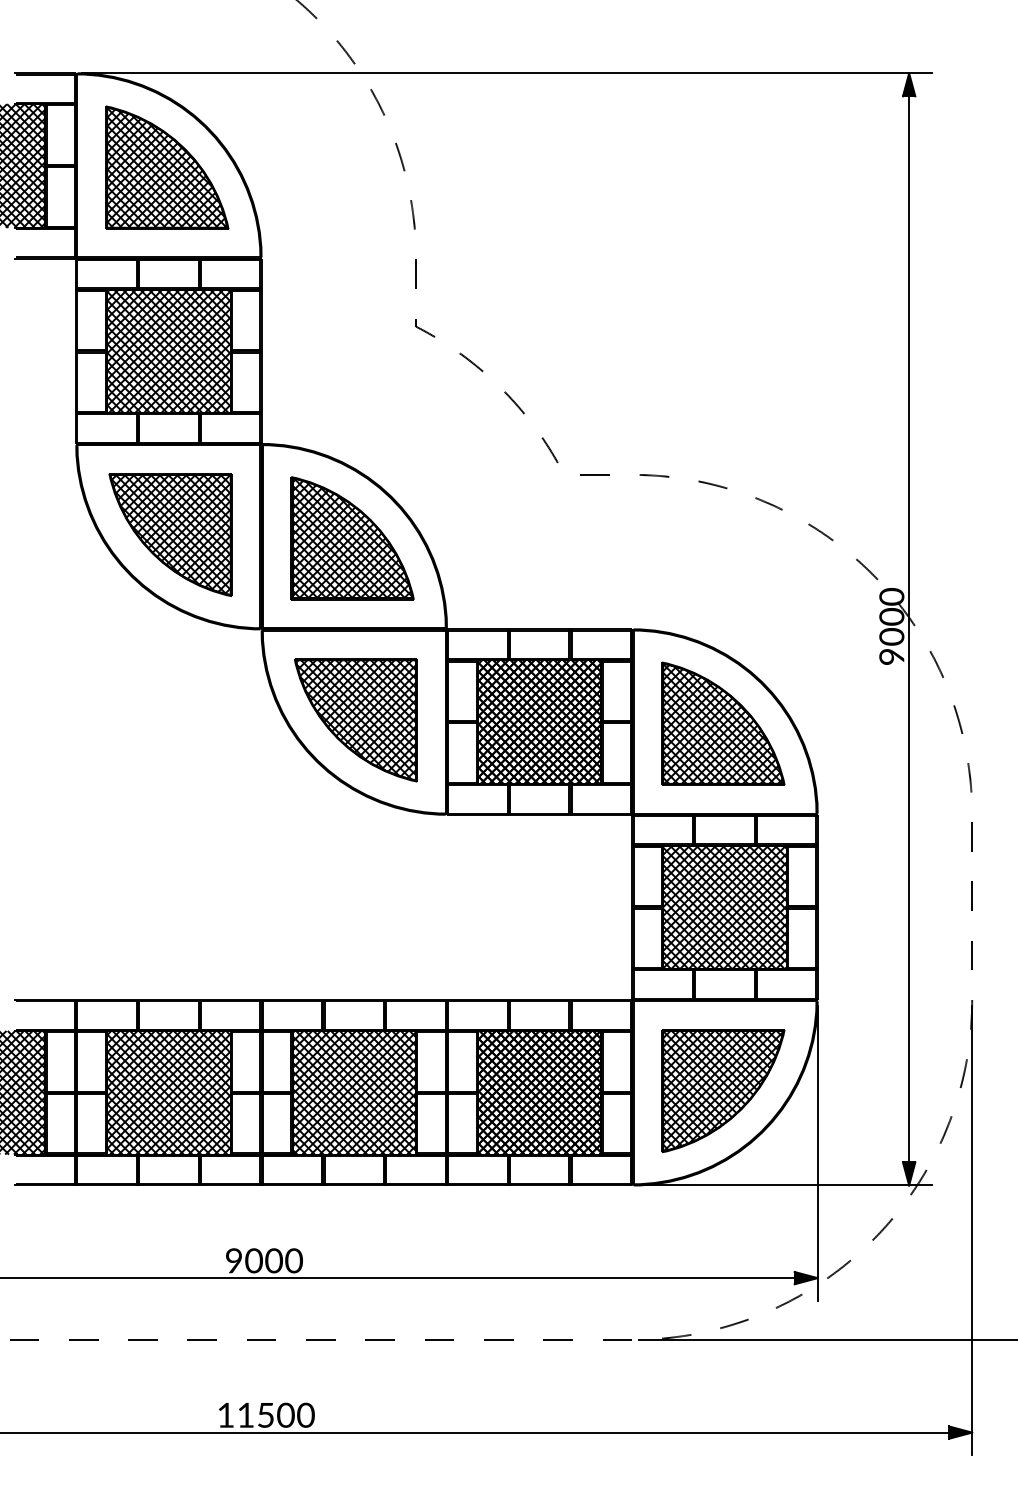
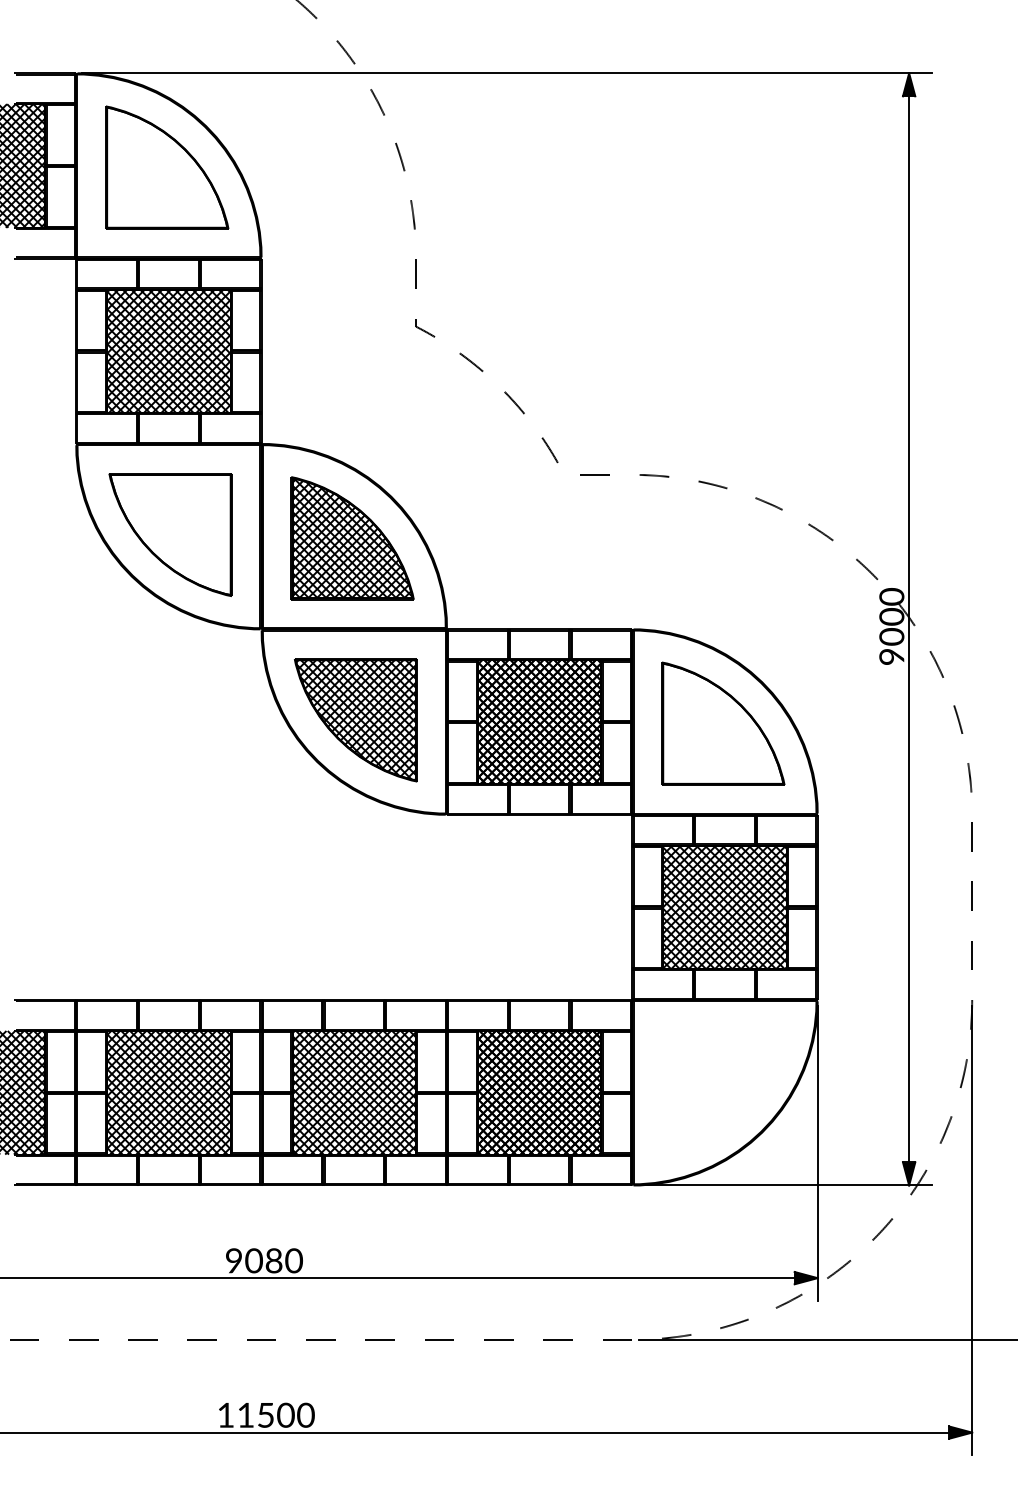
hatch at (166, 167): present -> none
hatch at (170, 534): present -> none
hatch at (722, 723): present -> none
part at (723, 1091): present -> none
text at (273, 1261): 9000 -> 9080
